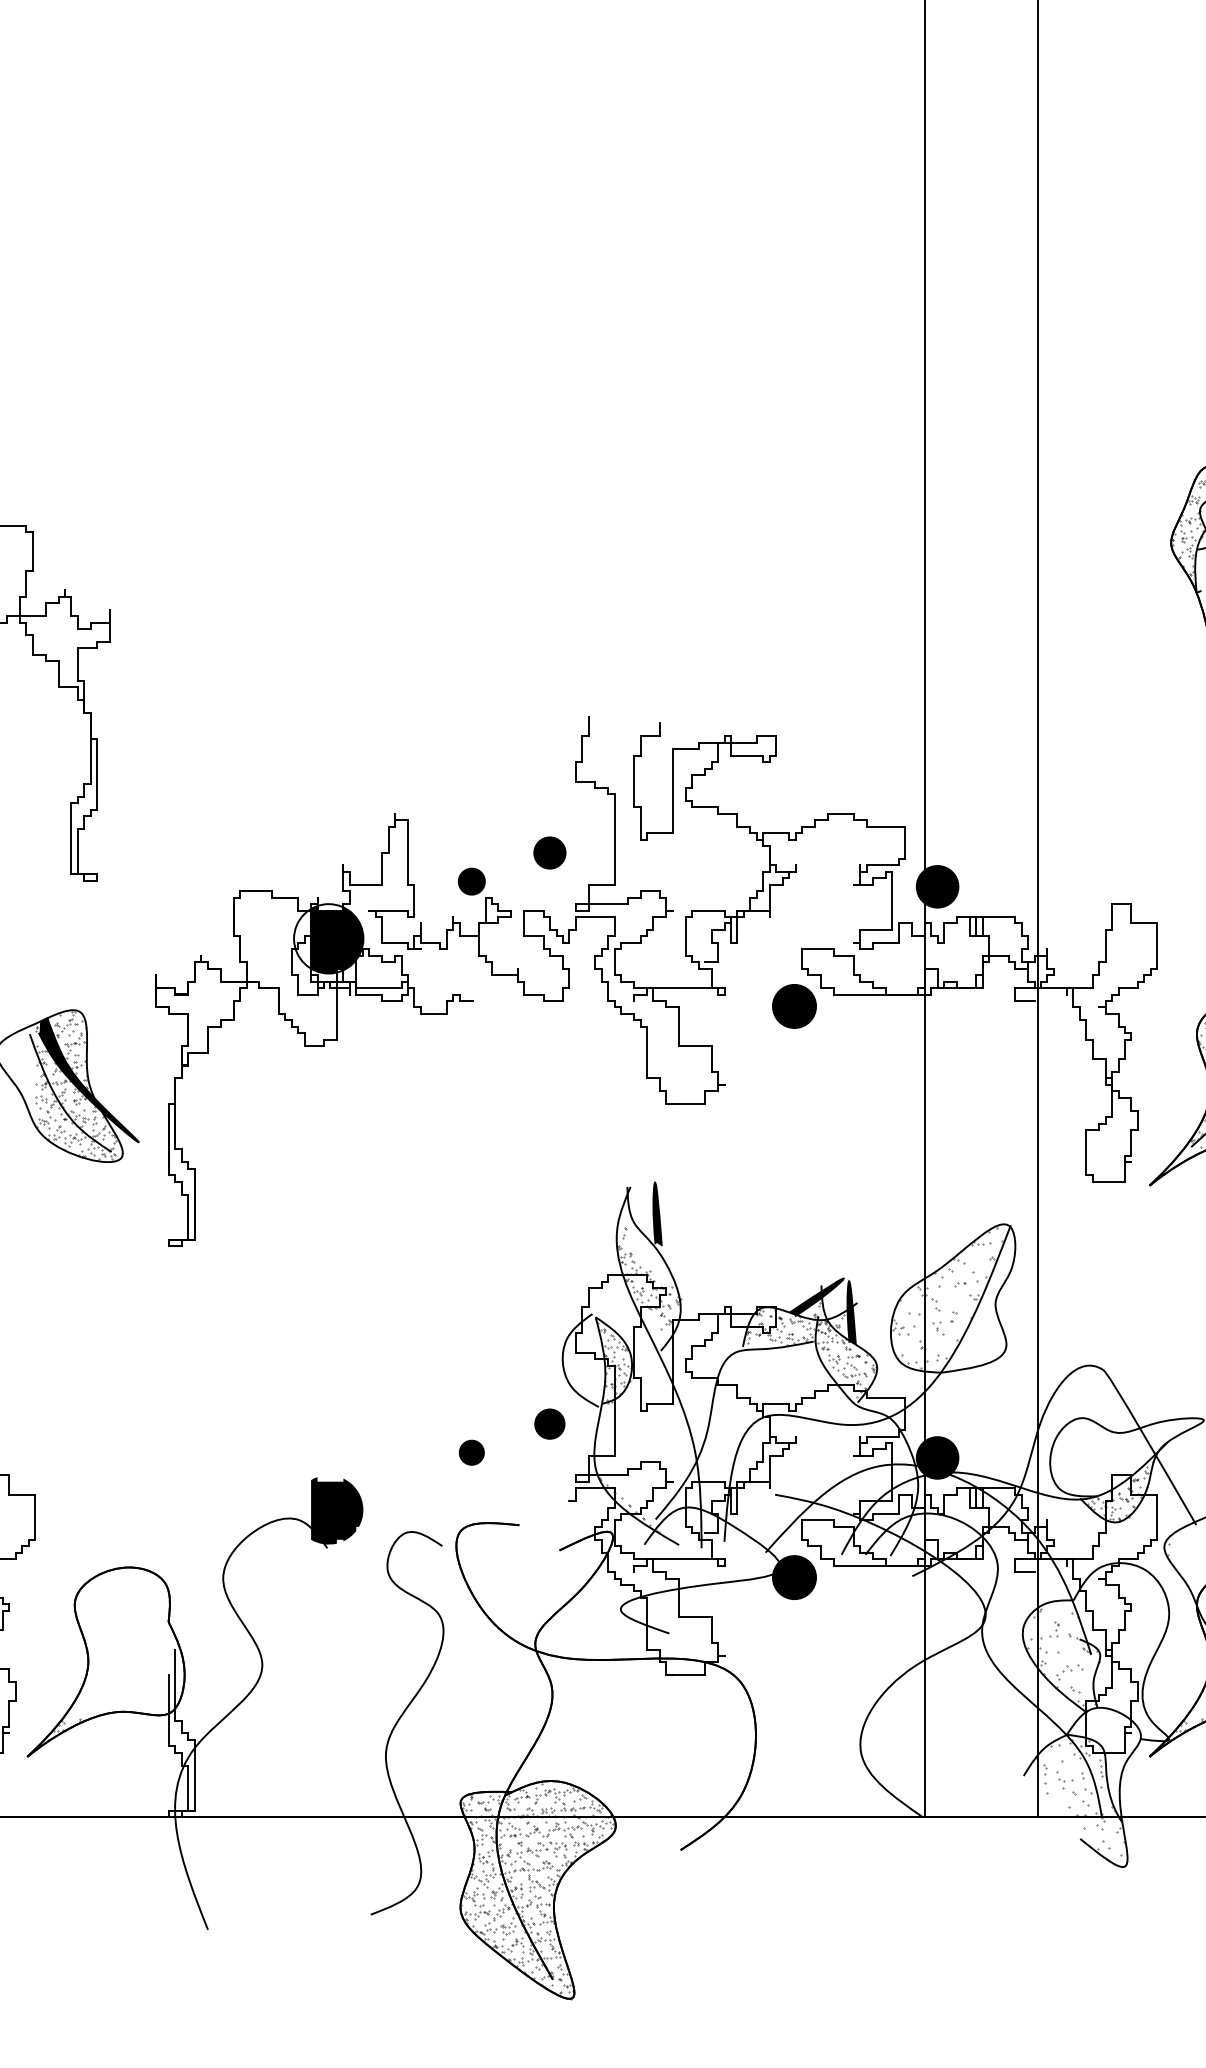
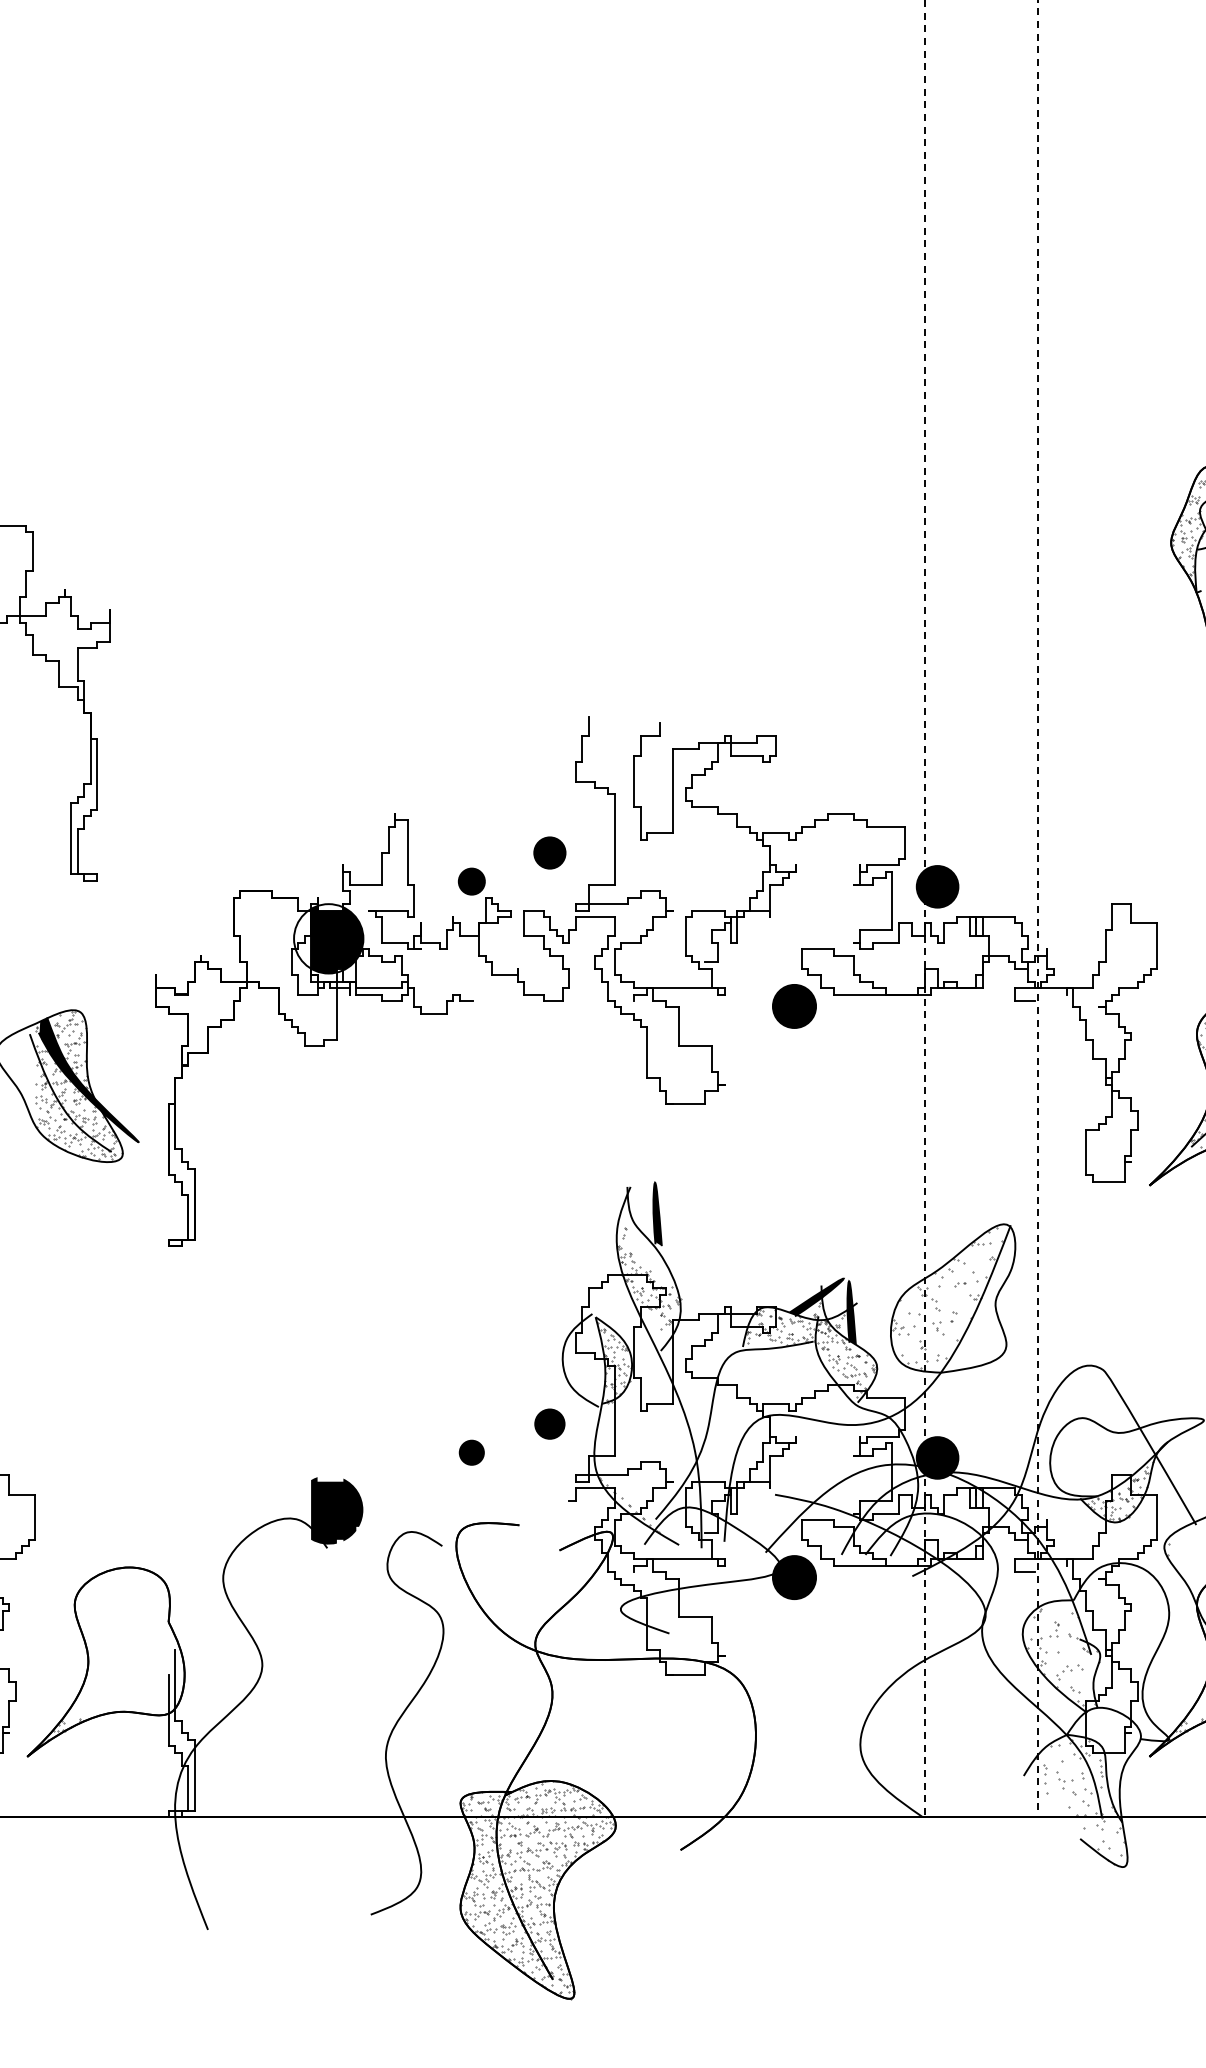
line at (925, 909): solid -> dashed
line at (1037, 909): solid -> dashed
